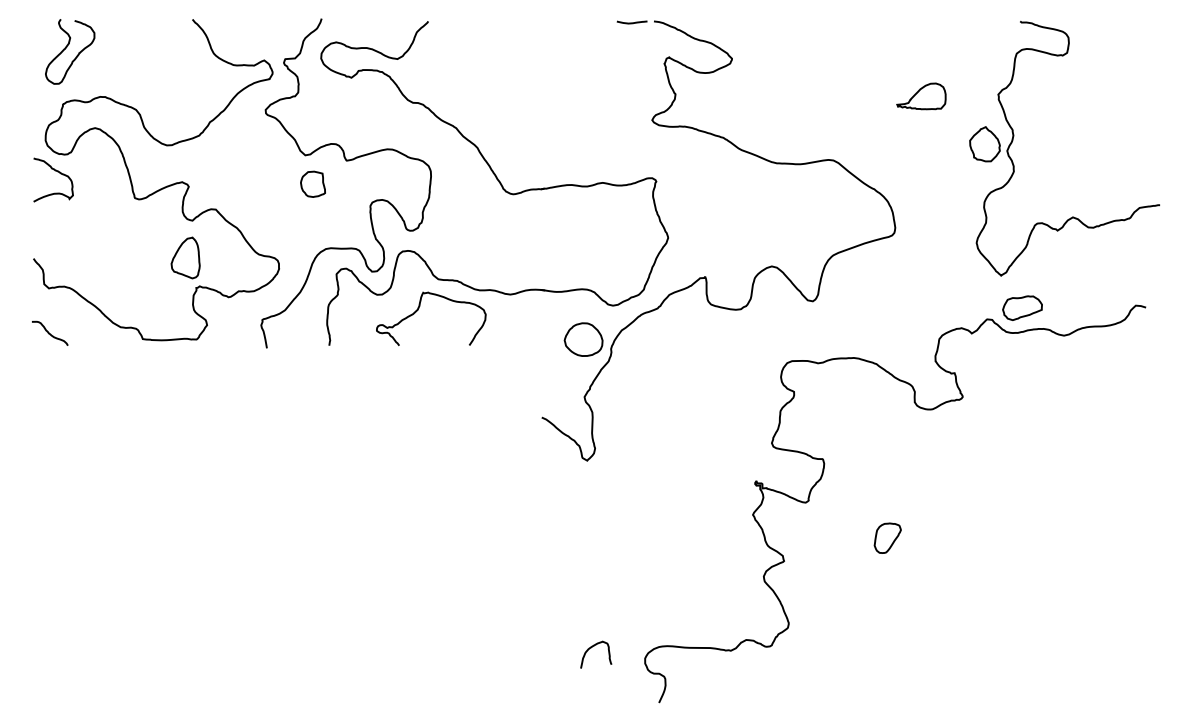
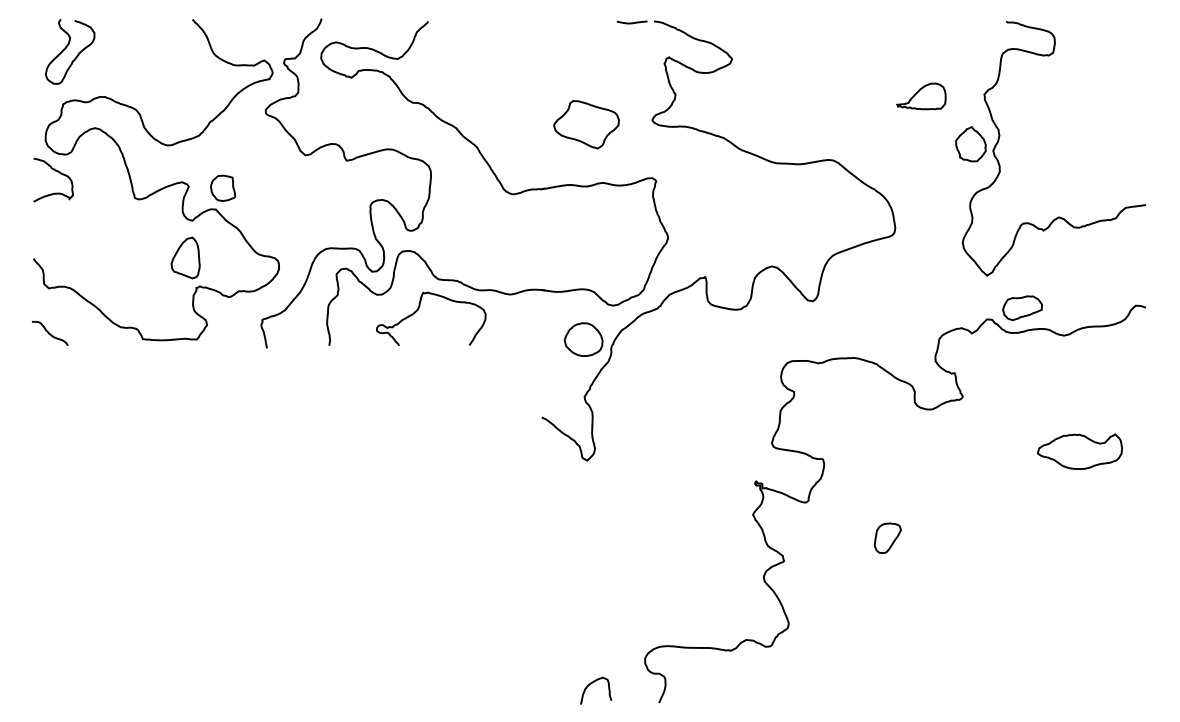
part at (586, 124): none -> present
part at (1014, 136) position: (1014, 136) -> (1000, 136)
part at (312, 183) position: (312, 183) -> (222, 187)
part at (1079, 451): none -> present
curve at (591, 648) position: (591, 648) -> (591, 684)
